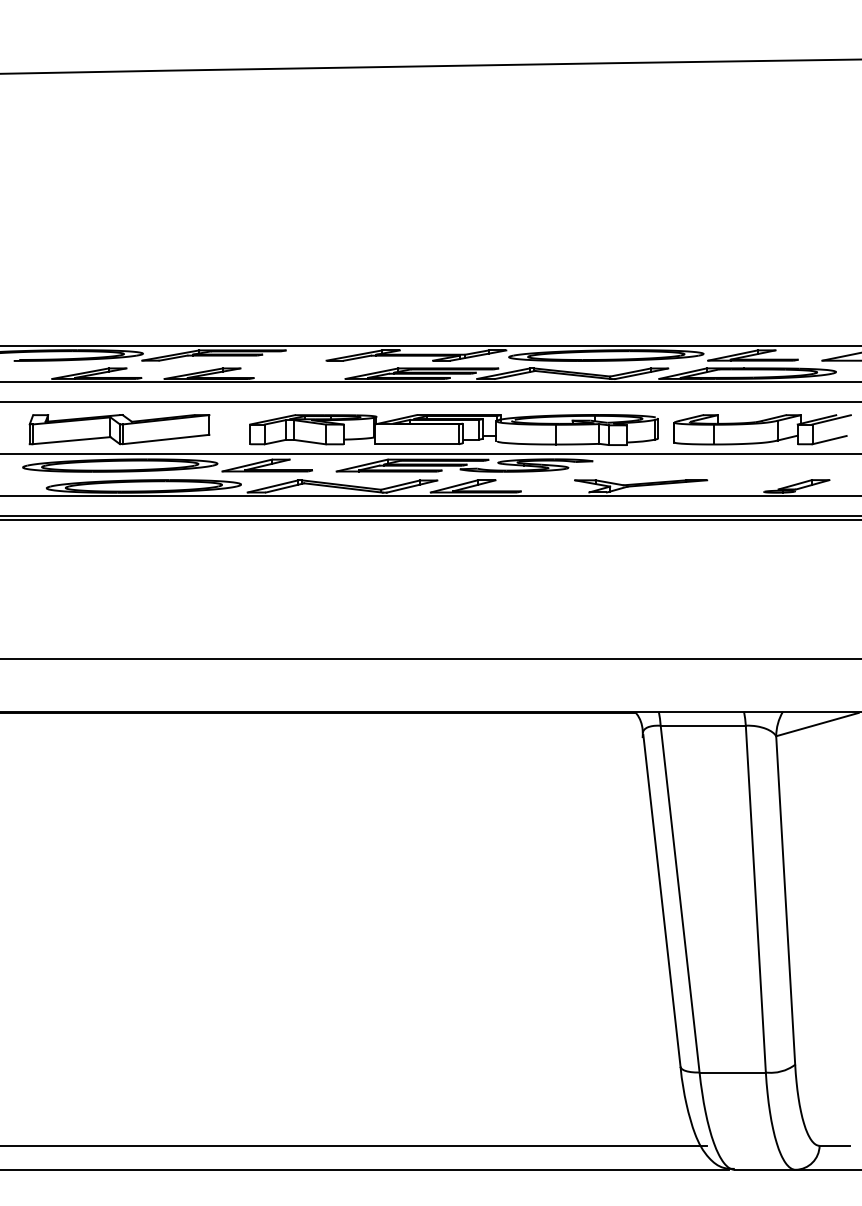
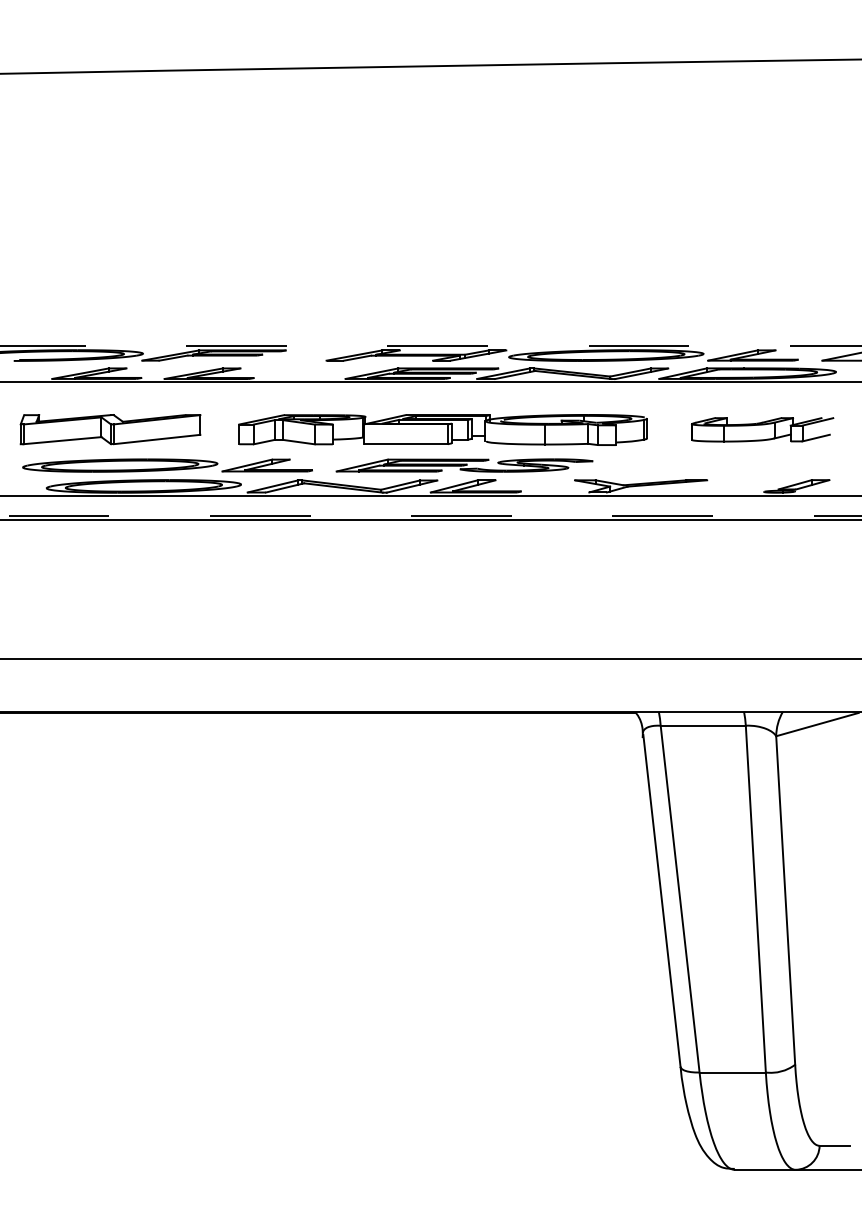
line at (430, 345): solid -> dashed
line at (430, 401): present -> none
part at (119, 429) position: (119, 429) -> (110, 429)
part at (453, 429) position: (453, 429) -> (442, 429)
part at (762, 429) size: 179x32 px -> 144x26 px
line at (430, 454): present -> none
line at (431, 515): solid -> dashed
line at (354, 1145): present -> none
line at (365, 1169): present -> none
